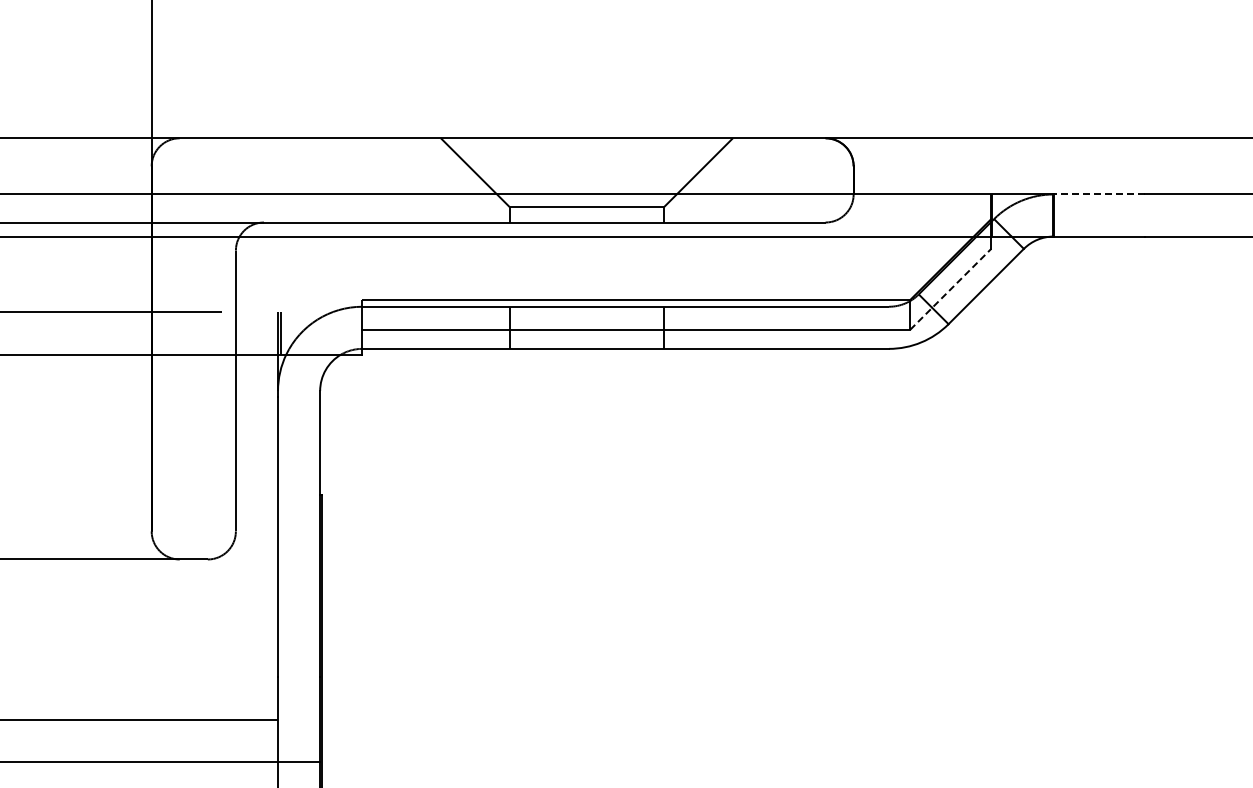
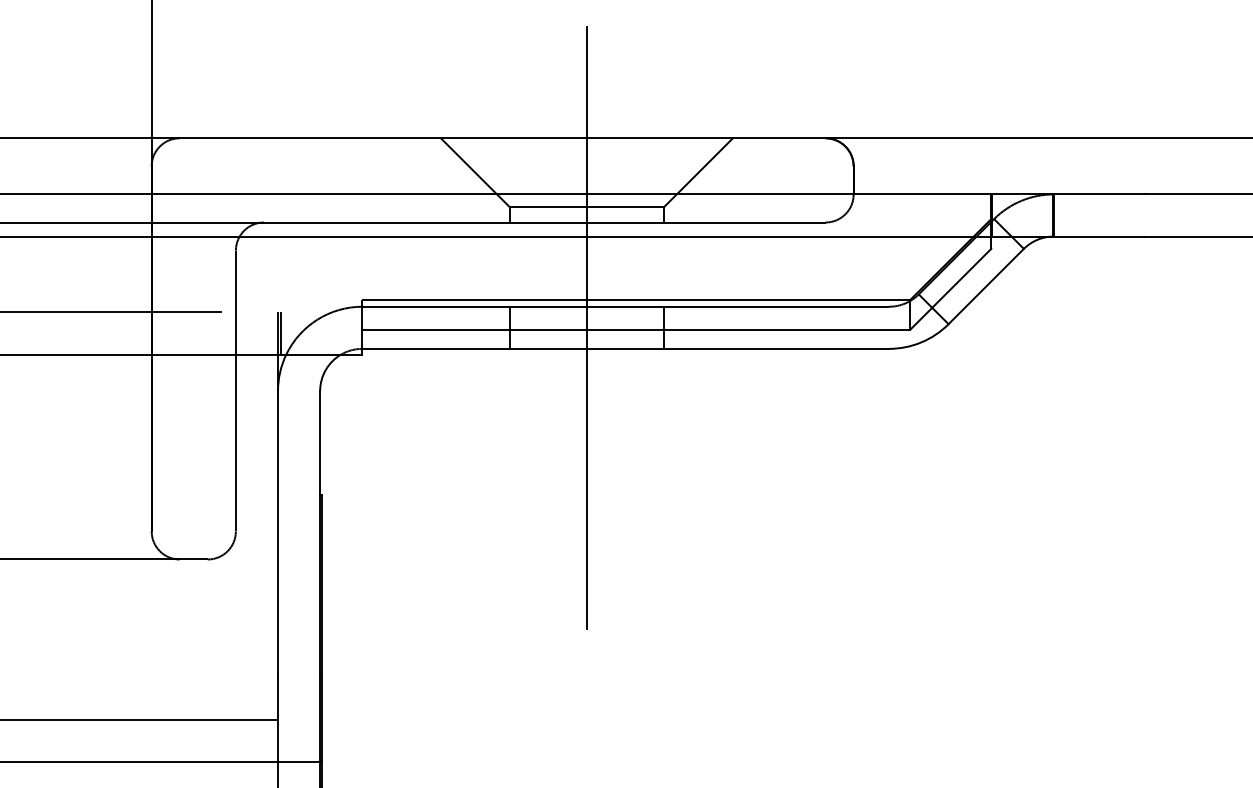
line at (1099, 194): dashed -> solid
line at (951, 289): dashed -> solid
line at (586, 327): none -> present
